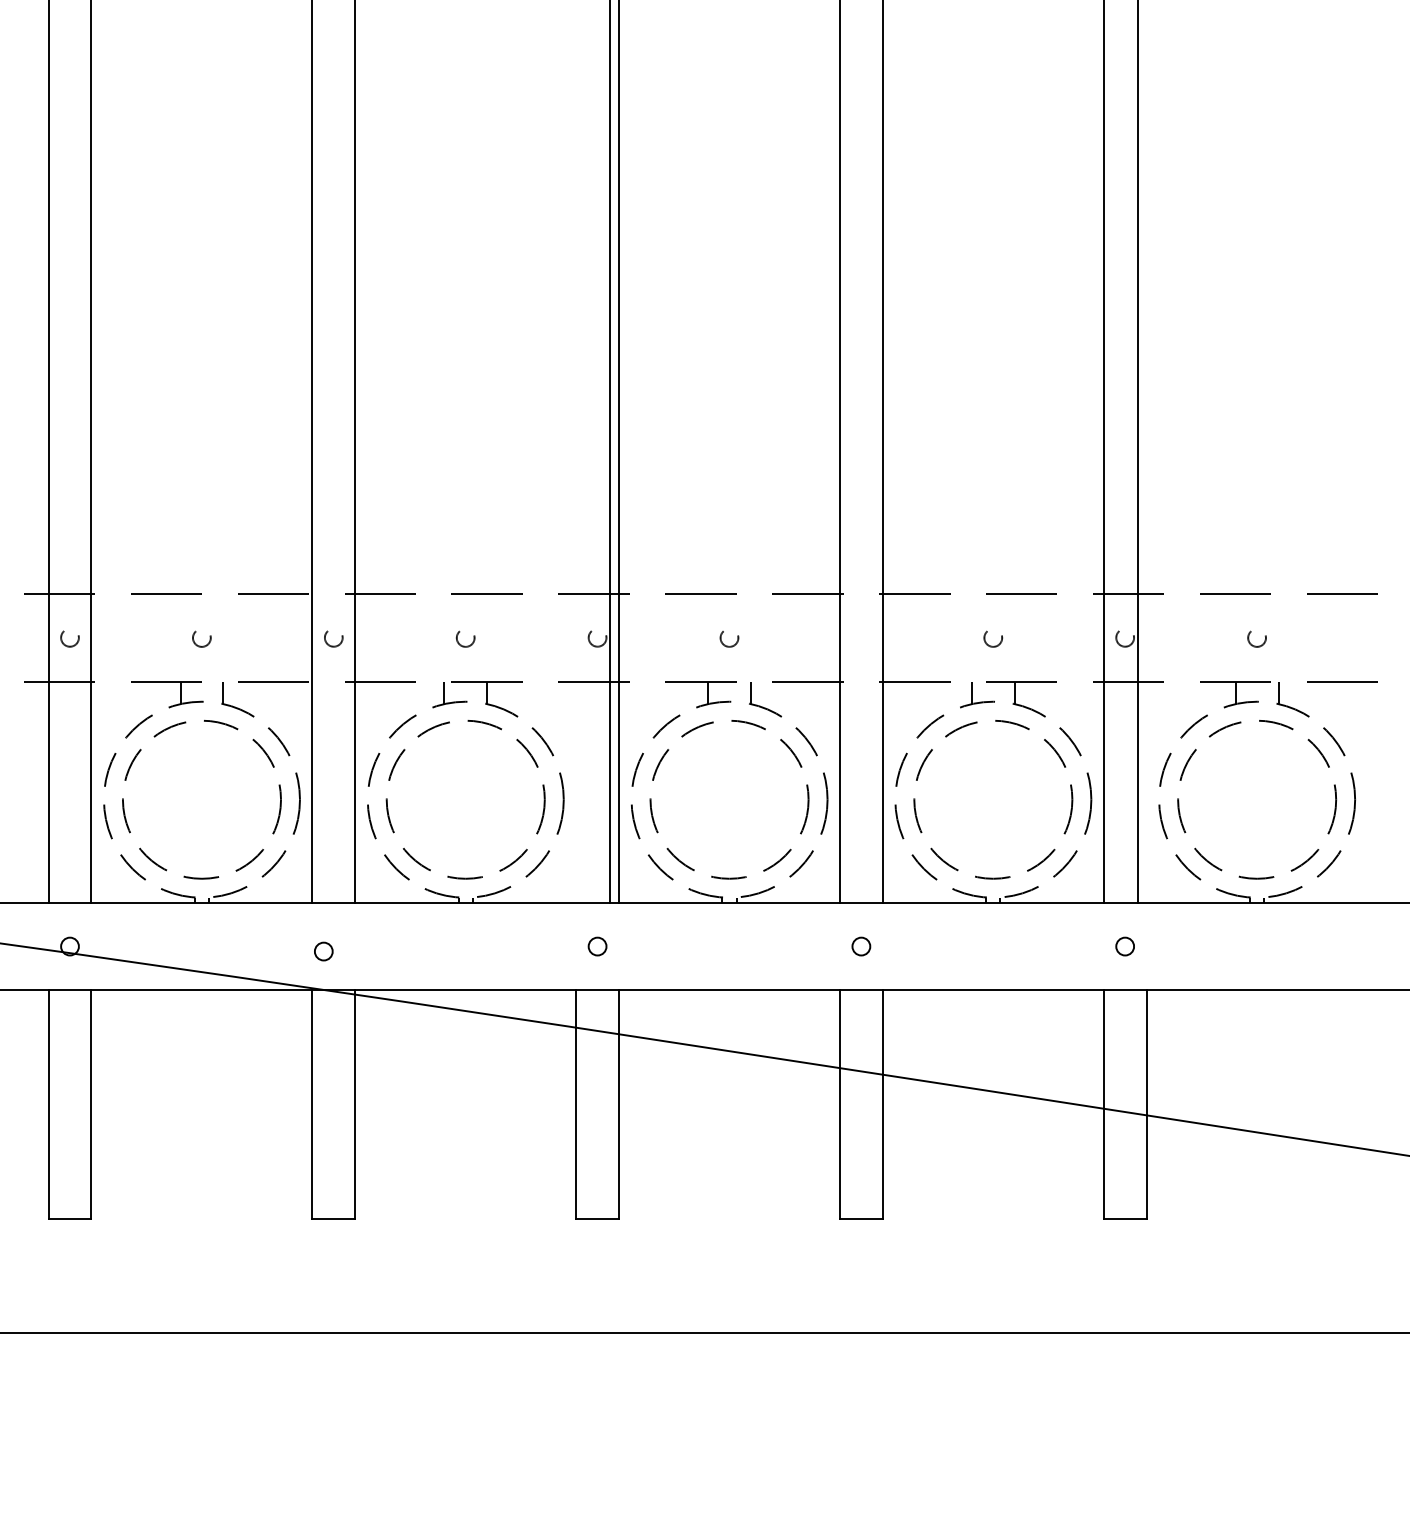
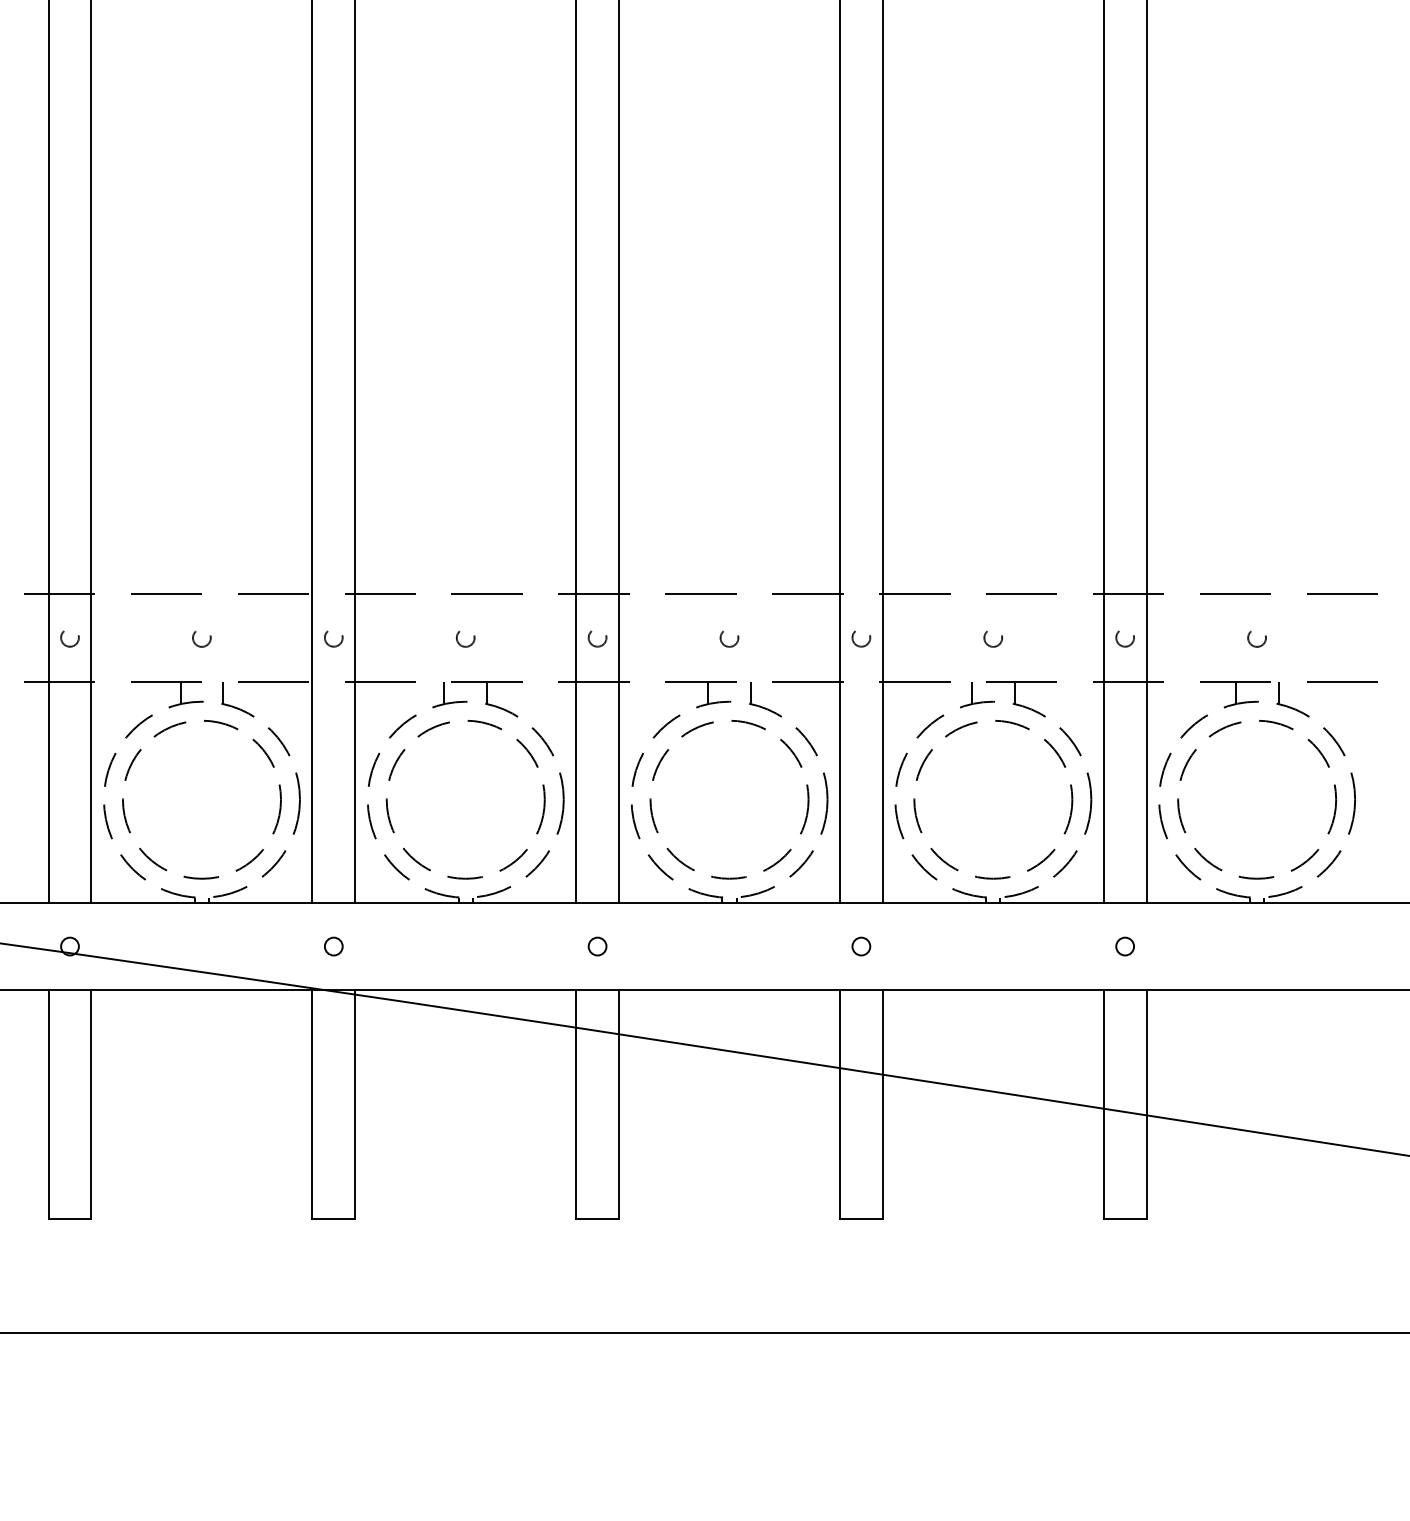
line at (610, 452) position: (610, 452) -> (576, 452)
line at (1137, 452) position: (1137, 452) -> (1146, 452)
circle at (861, 638): none -> present
circle at (323, 951) position: (323, 951) -> (333, 946)
